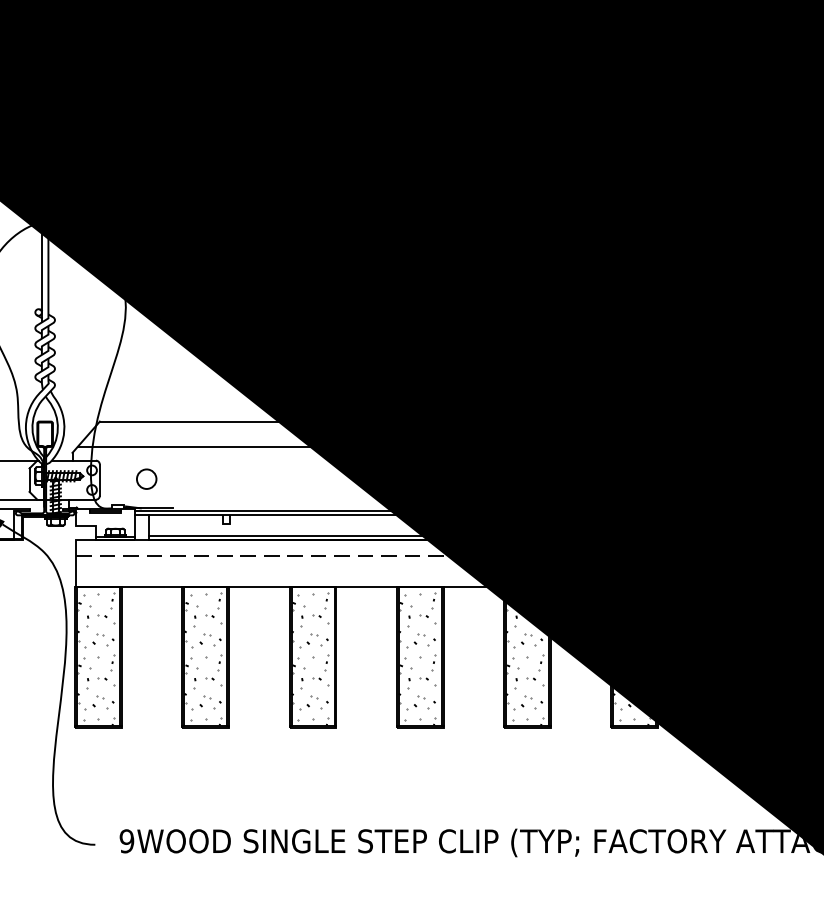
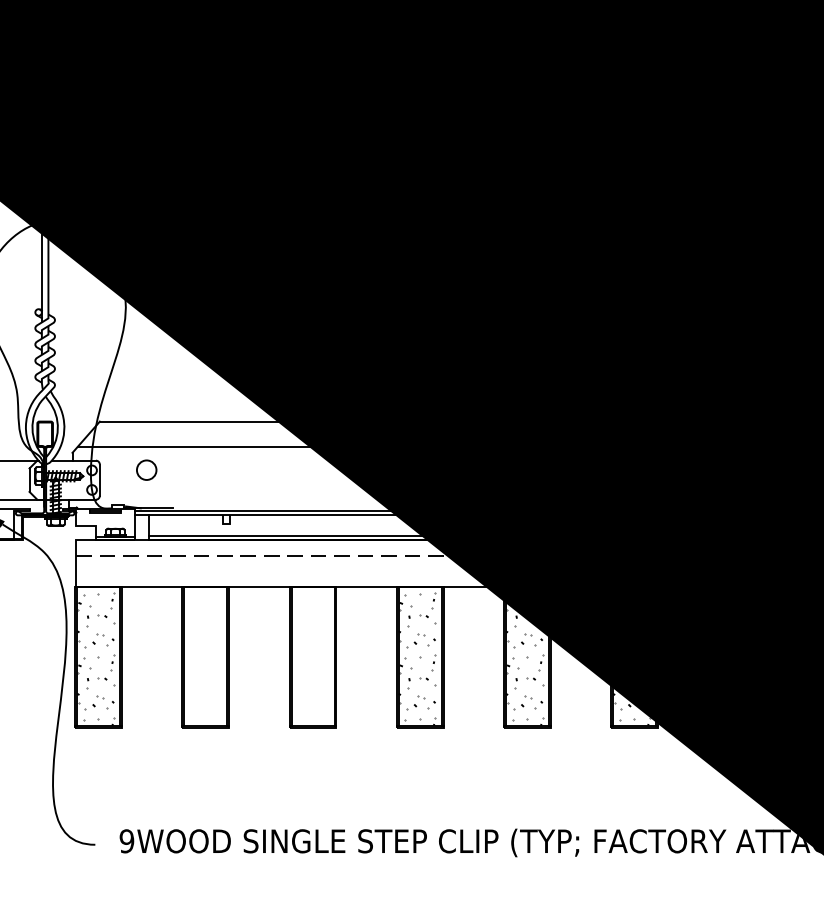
circle at (146, 478) position: (146, 478) -> (146, 469)
hatch at (202, 658): present -> none
hatch at (309, 658): present -> none
